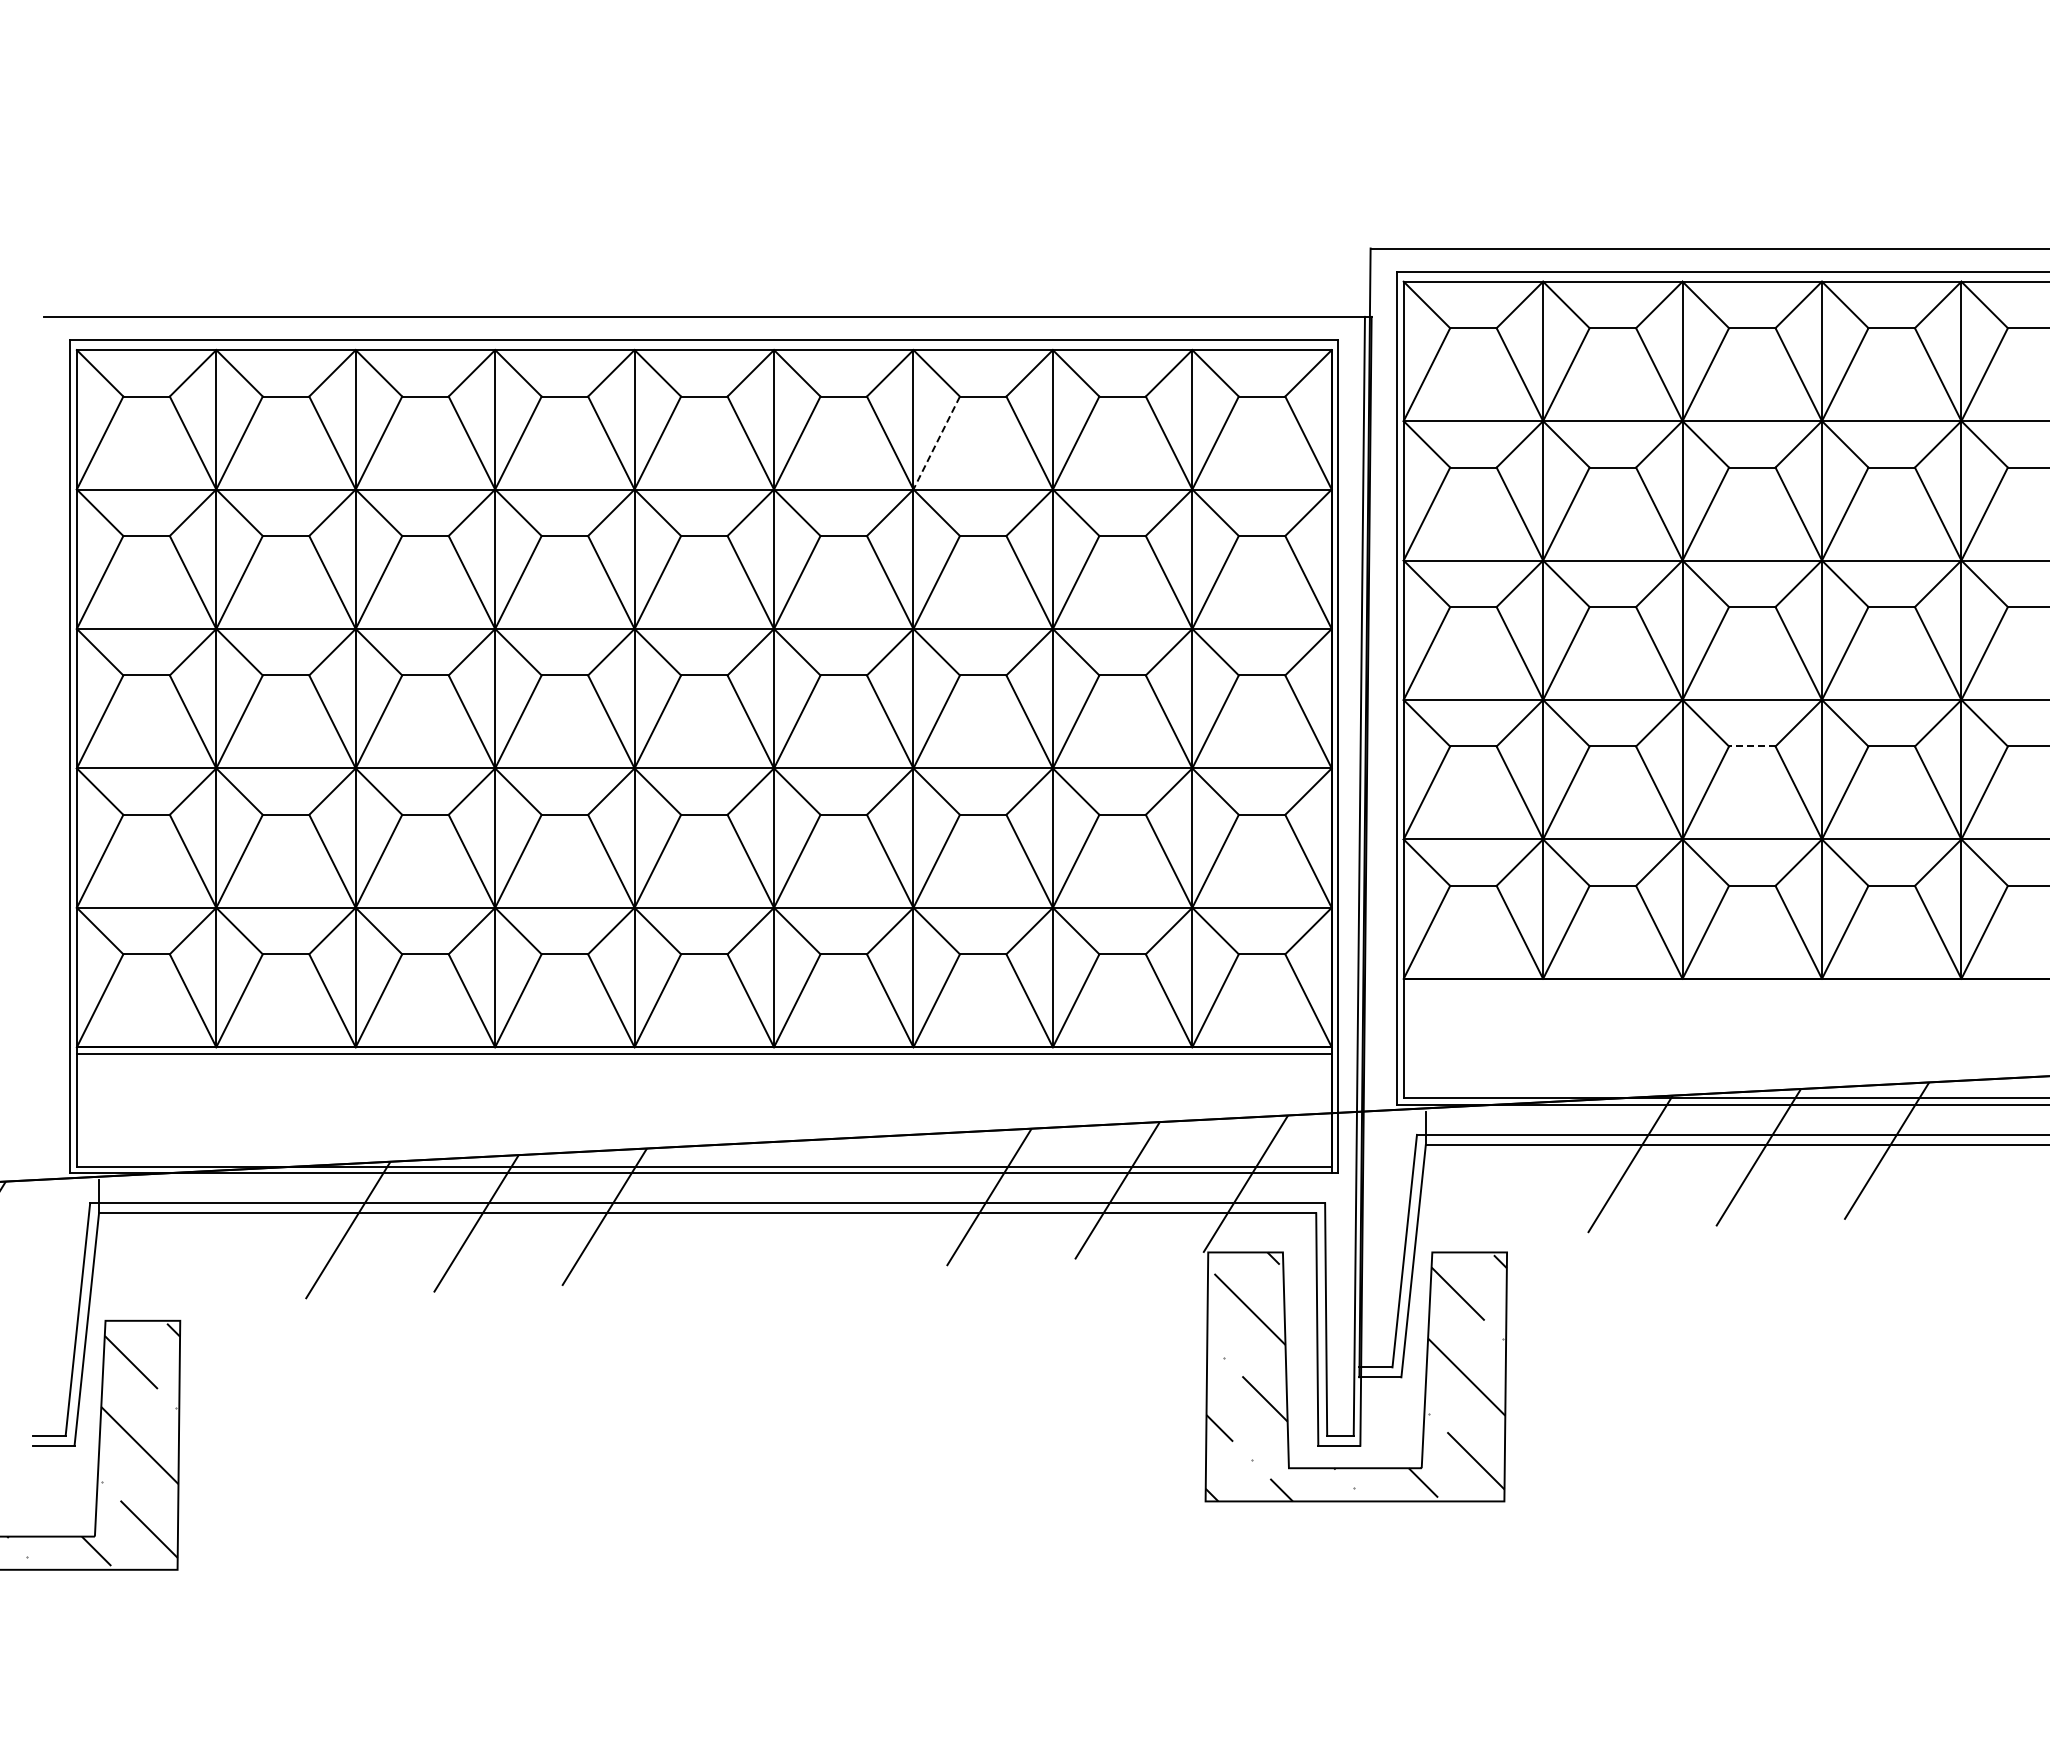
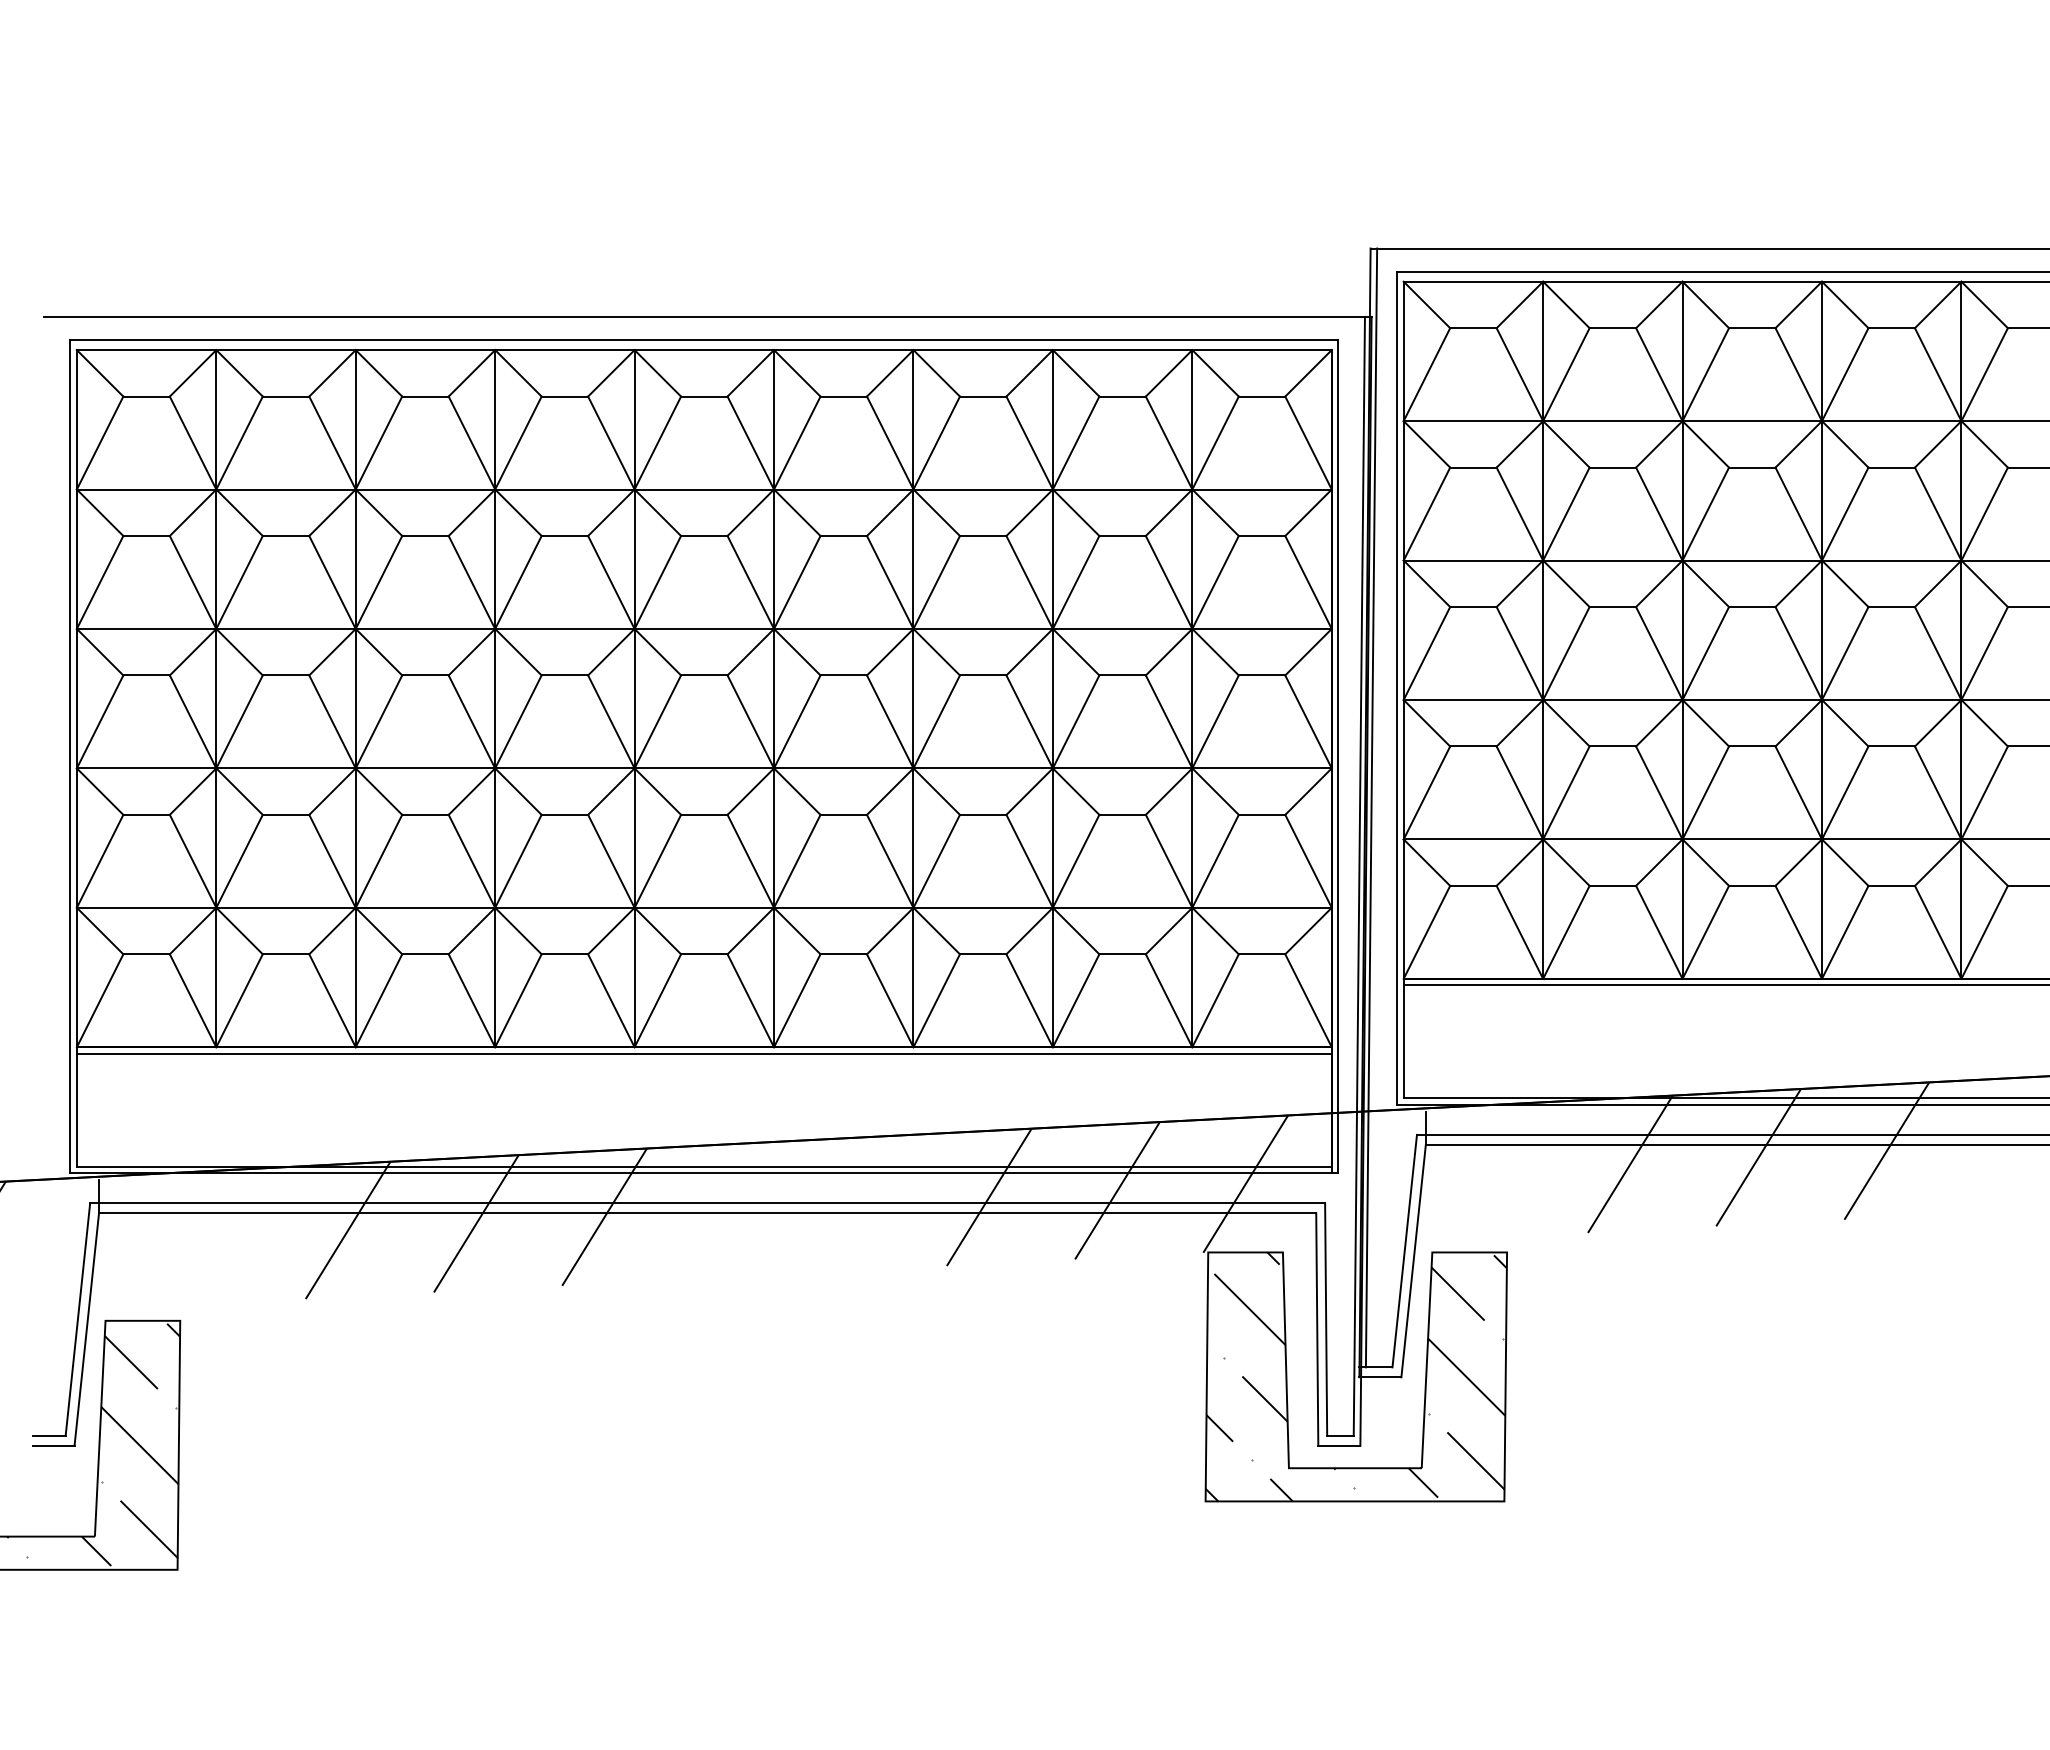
line at (936, 443): dashed -> solid
line at (1751, 746): dashed -> solid
line at (1371, 807): none -> present
line at (1724, 985): none -> present
